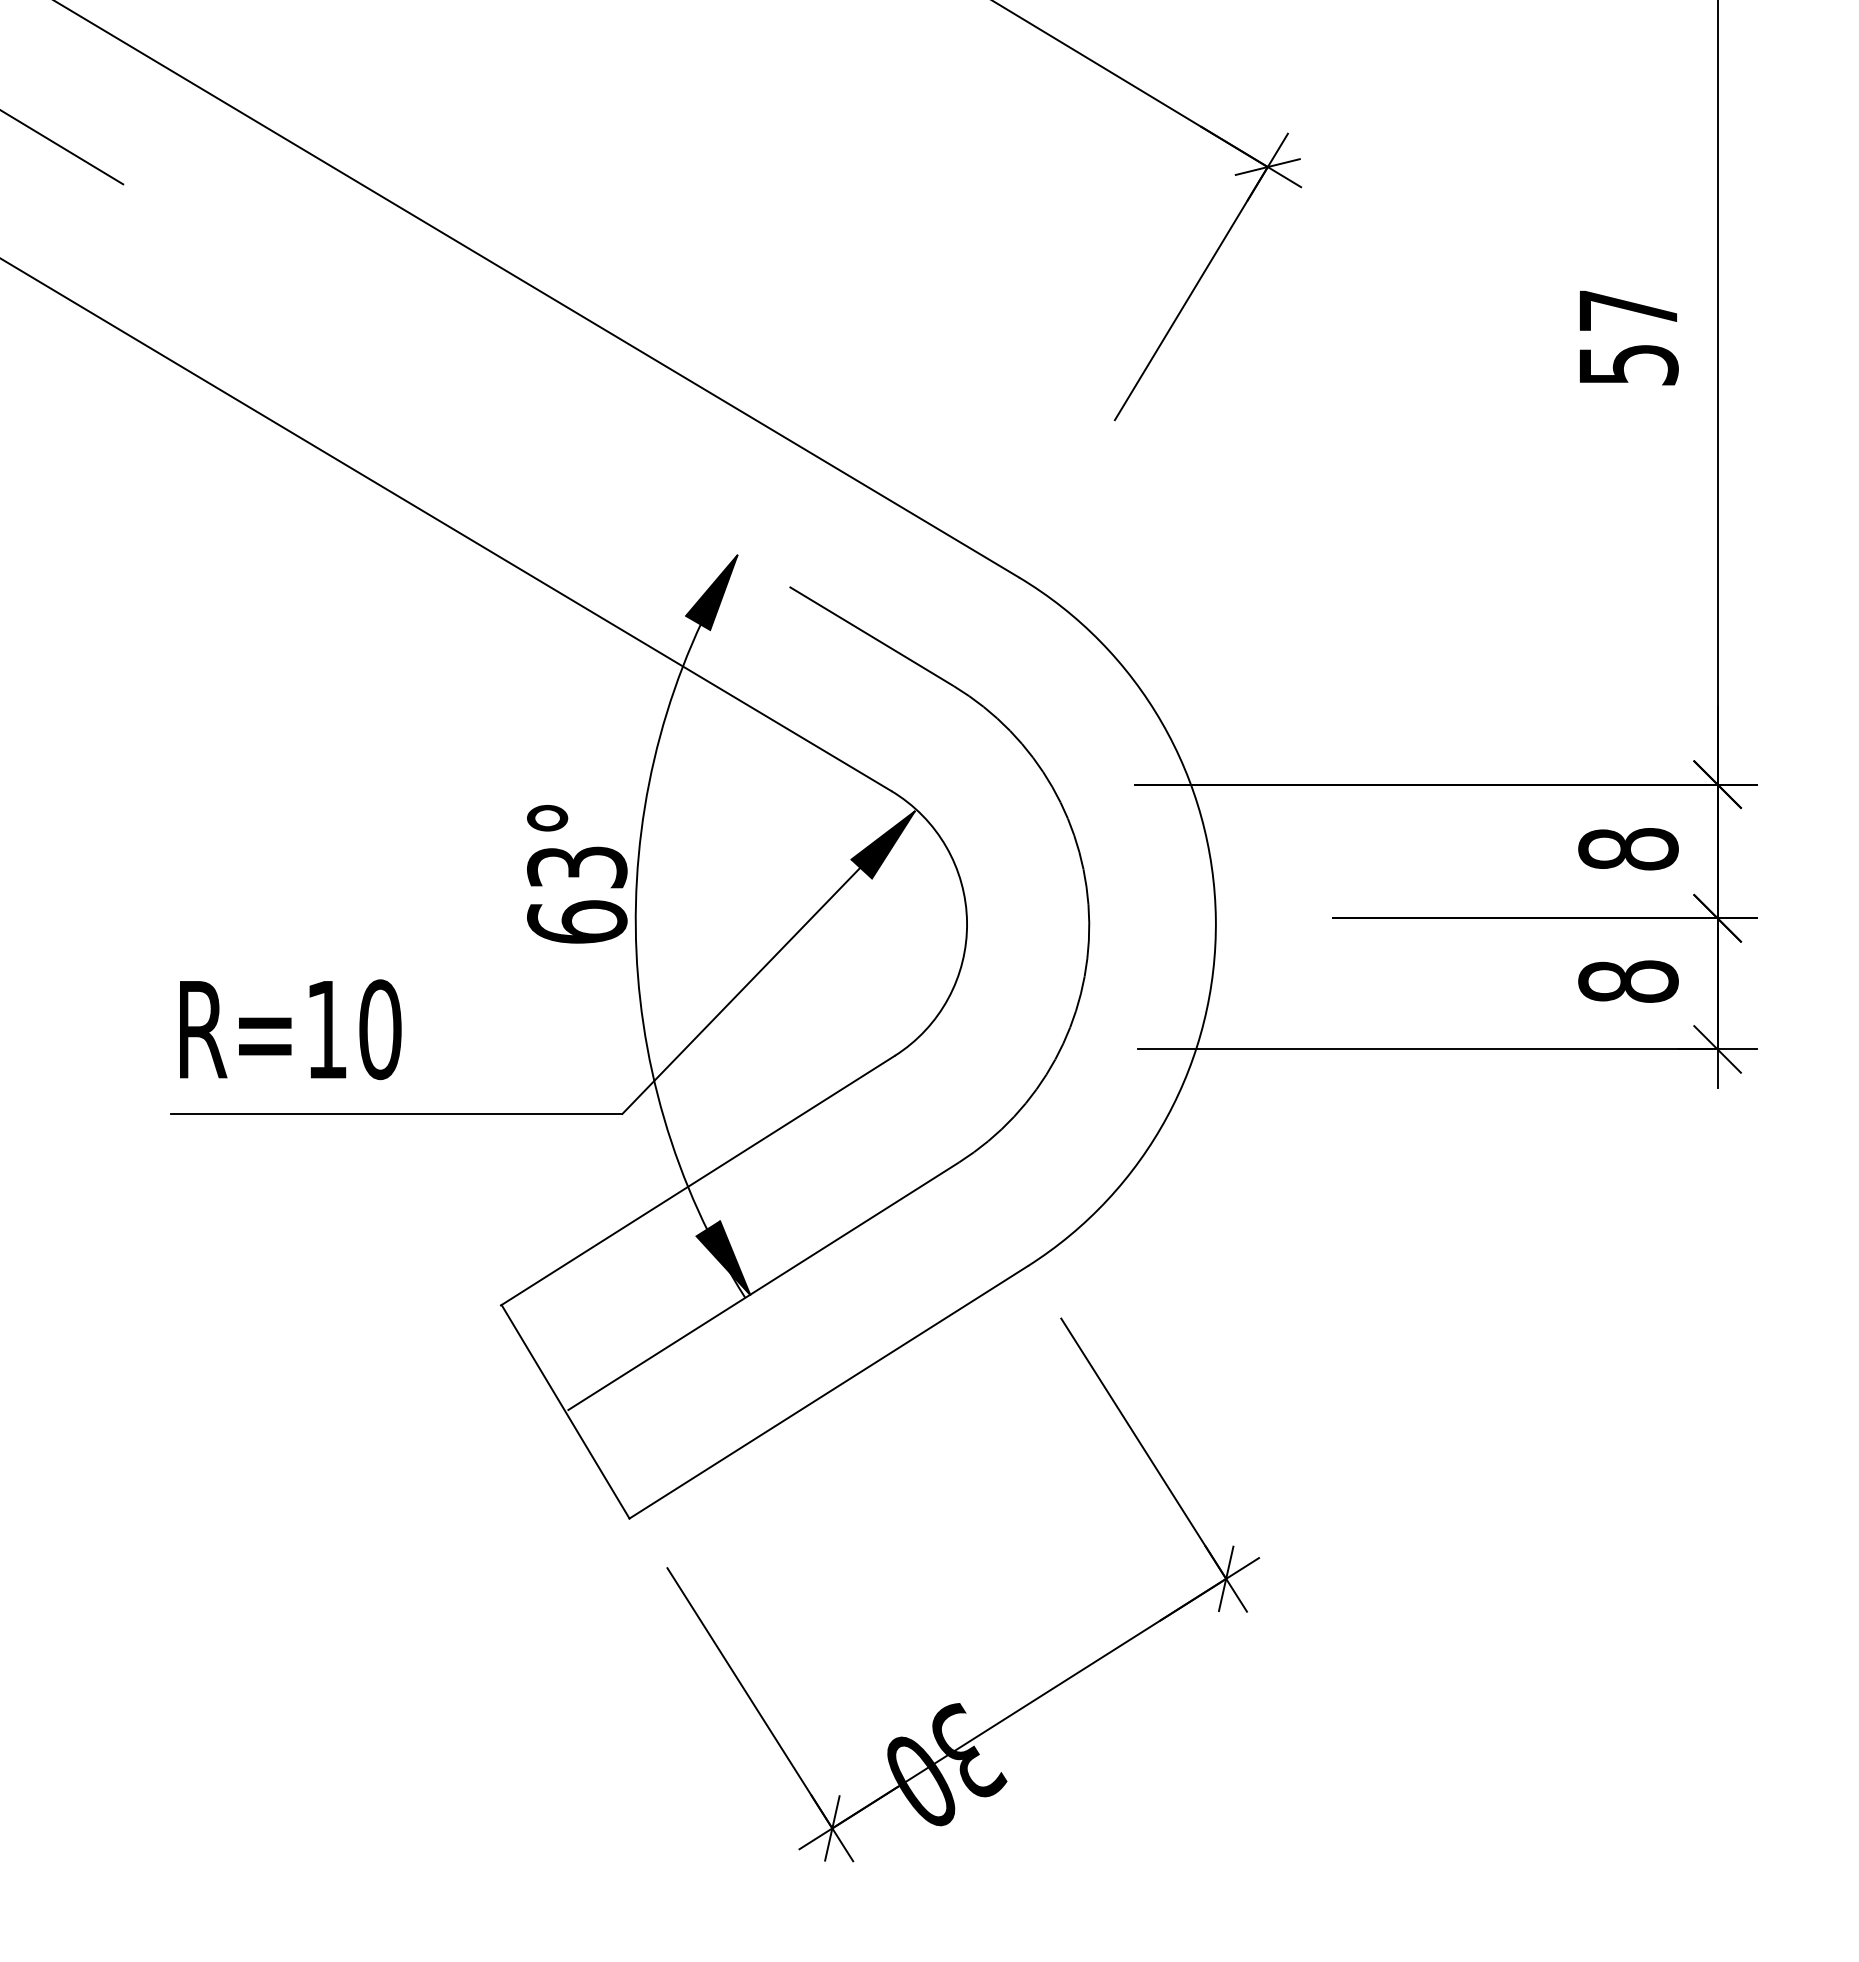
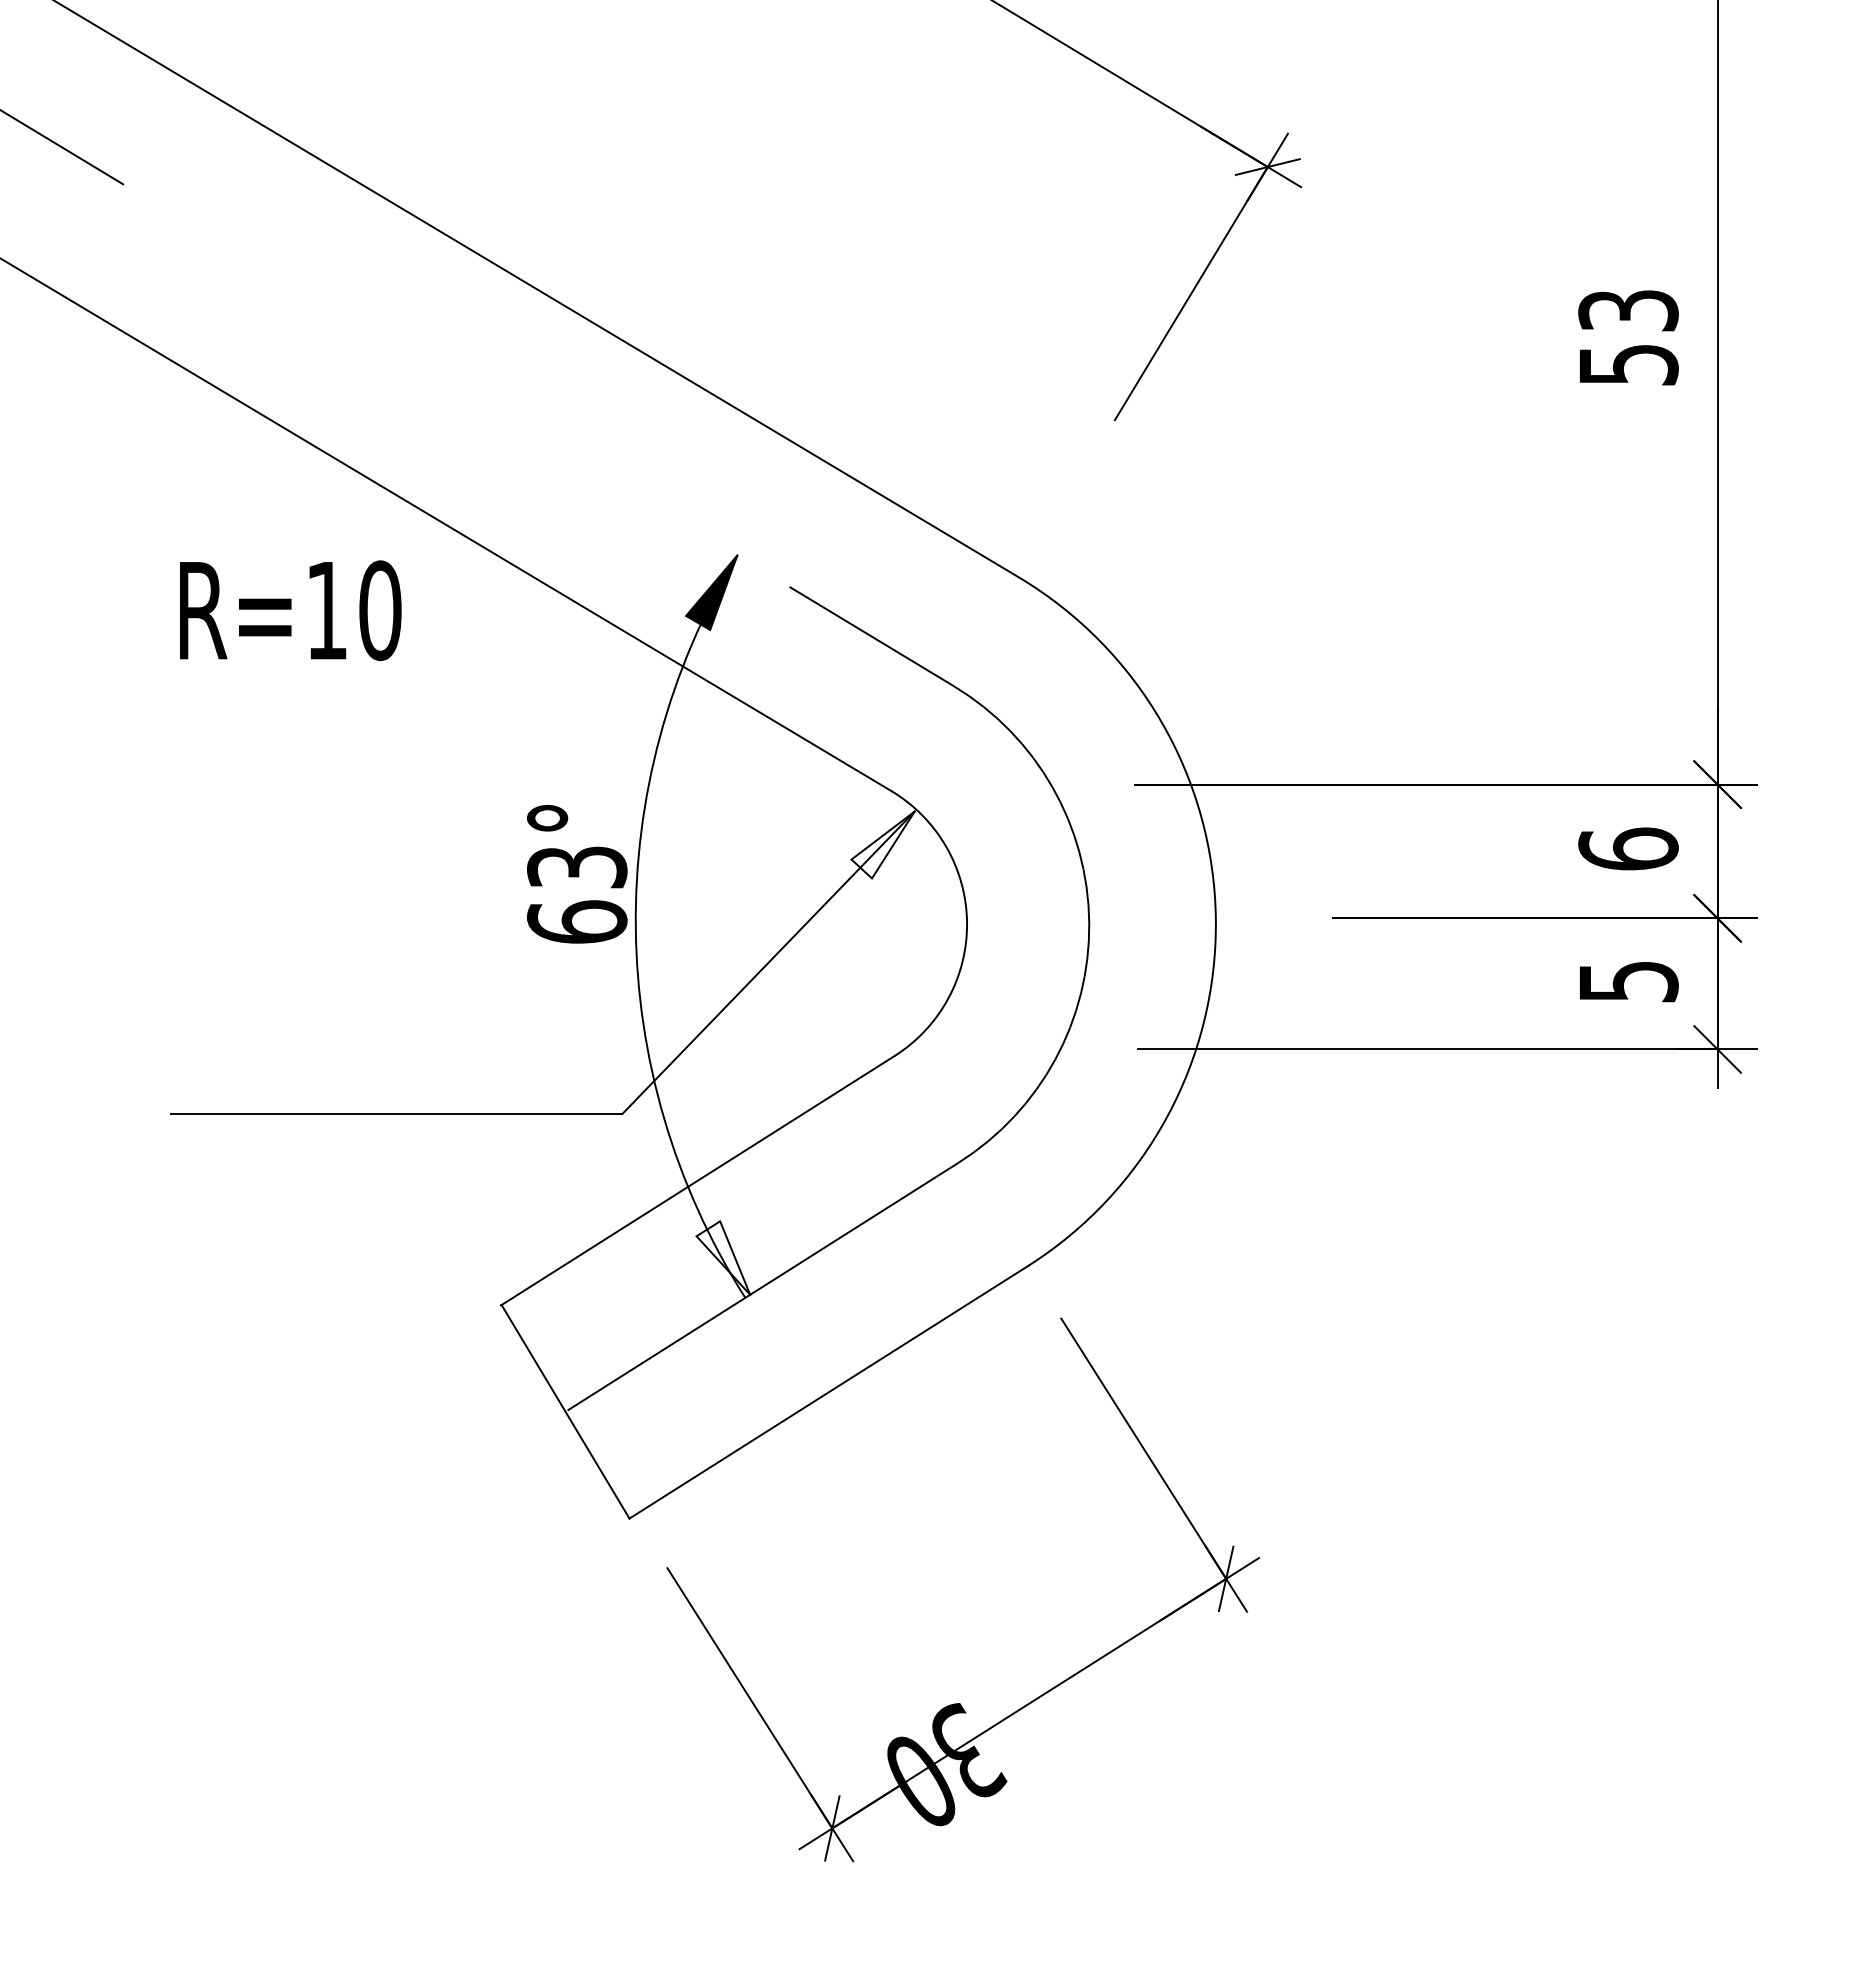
text at (1628, 310): 57 -> 53
fill at (882, 844): present -> none
text at (1628, 848): 8 -> 6
text at (1628, 981): 8 -> 5
text at (290, 1029) position: (290, 1029) -> (290, 610)
fill at (723, 1257): present -> none
